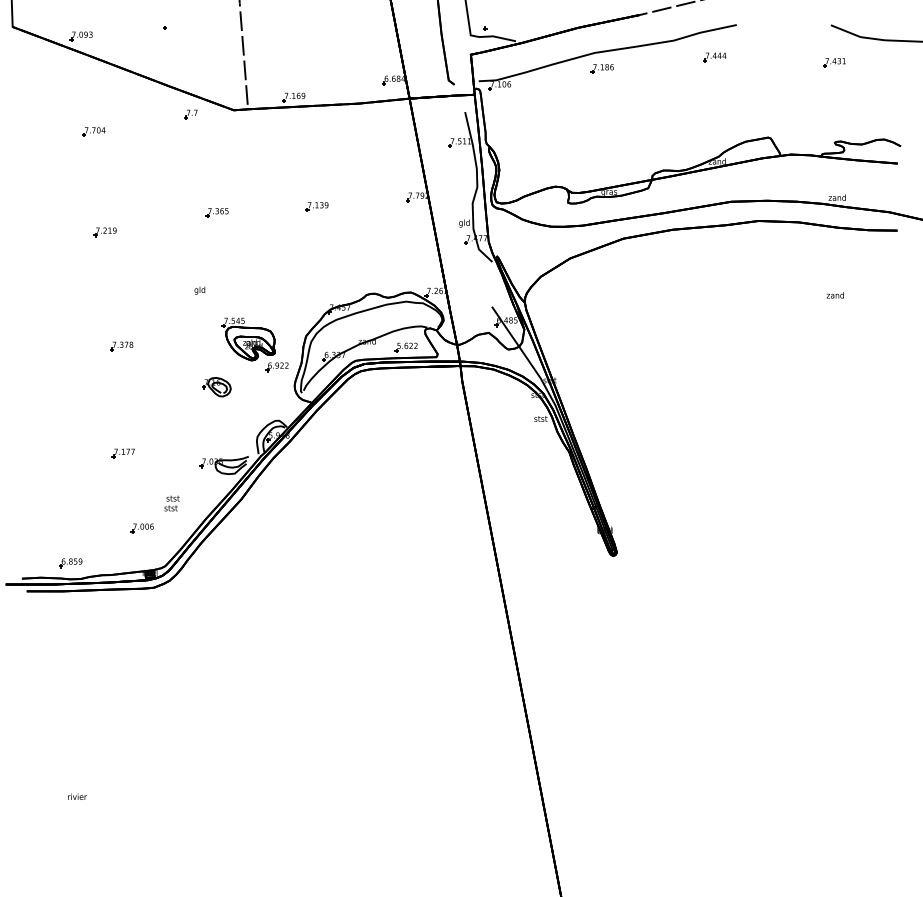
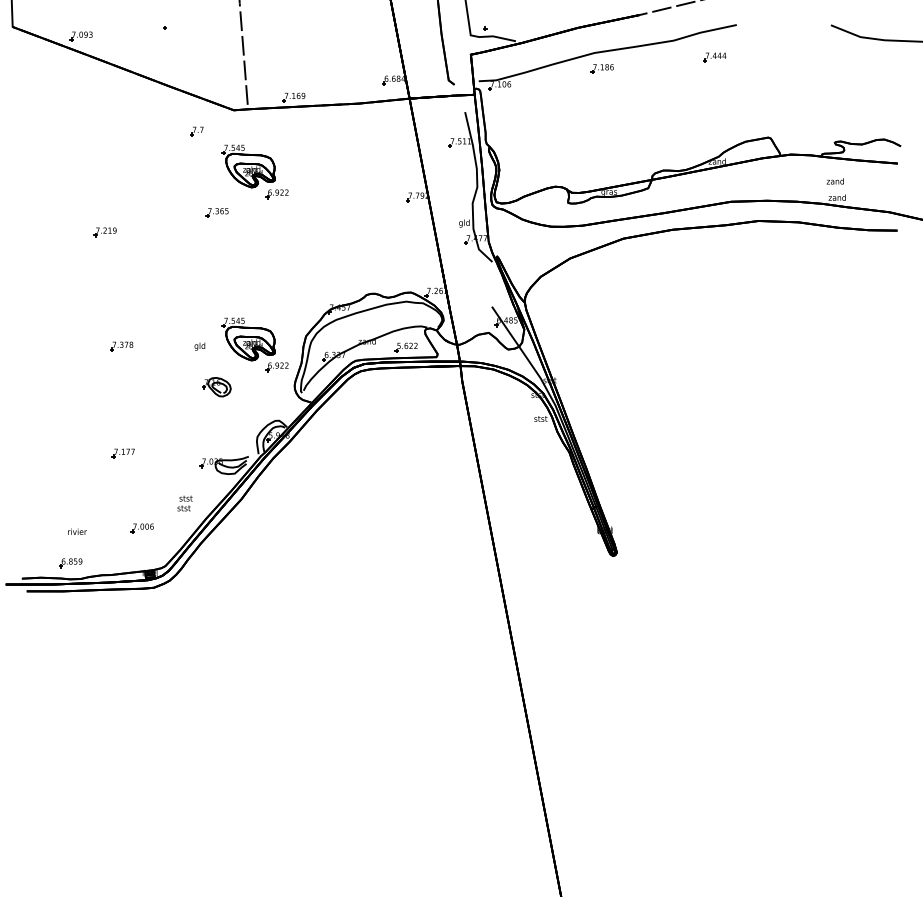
part at (834, 62): present -> none
part at (190, 114) position: (190, 114) -> (196, 131)
part at (93, 131): present -> none
part at (254, 171): none -> present
part at (316, 206): present -> none
text at (199, 290) position: (199, 290) -> (199, 346)
text at (834, 295) position: (834, 295) -> (834, 181)
text at (171, 503) position: (171, 503) -> (184, 503)
text at (77, 796) position: (77, 796) -> (77, 531)
